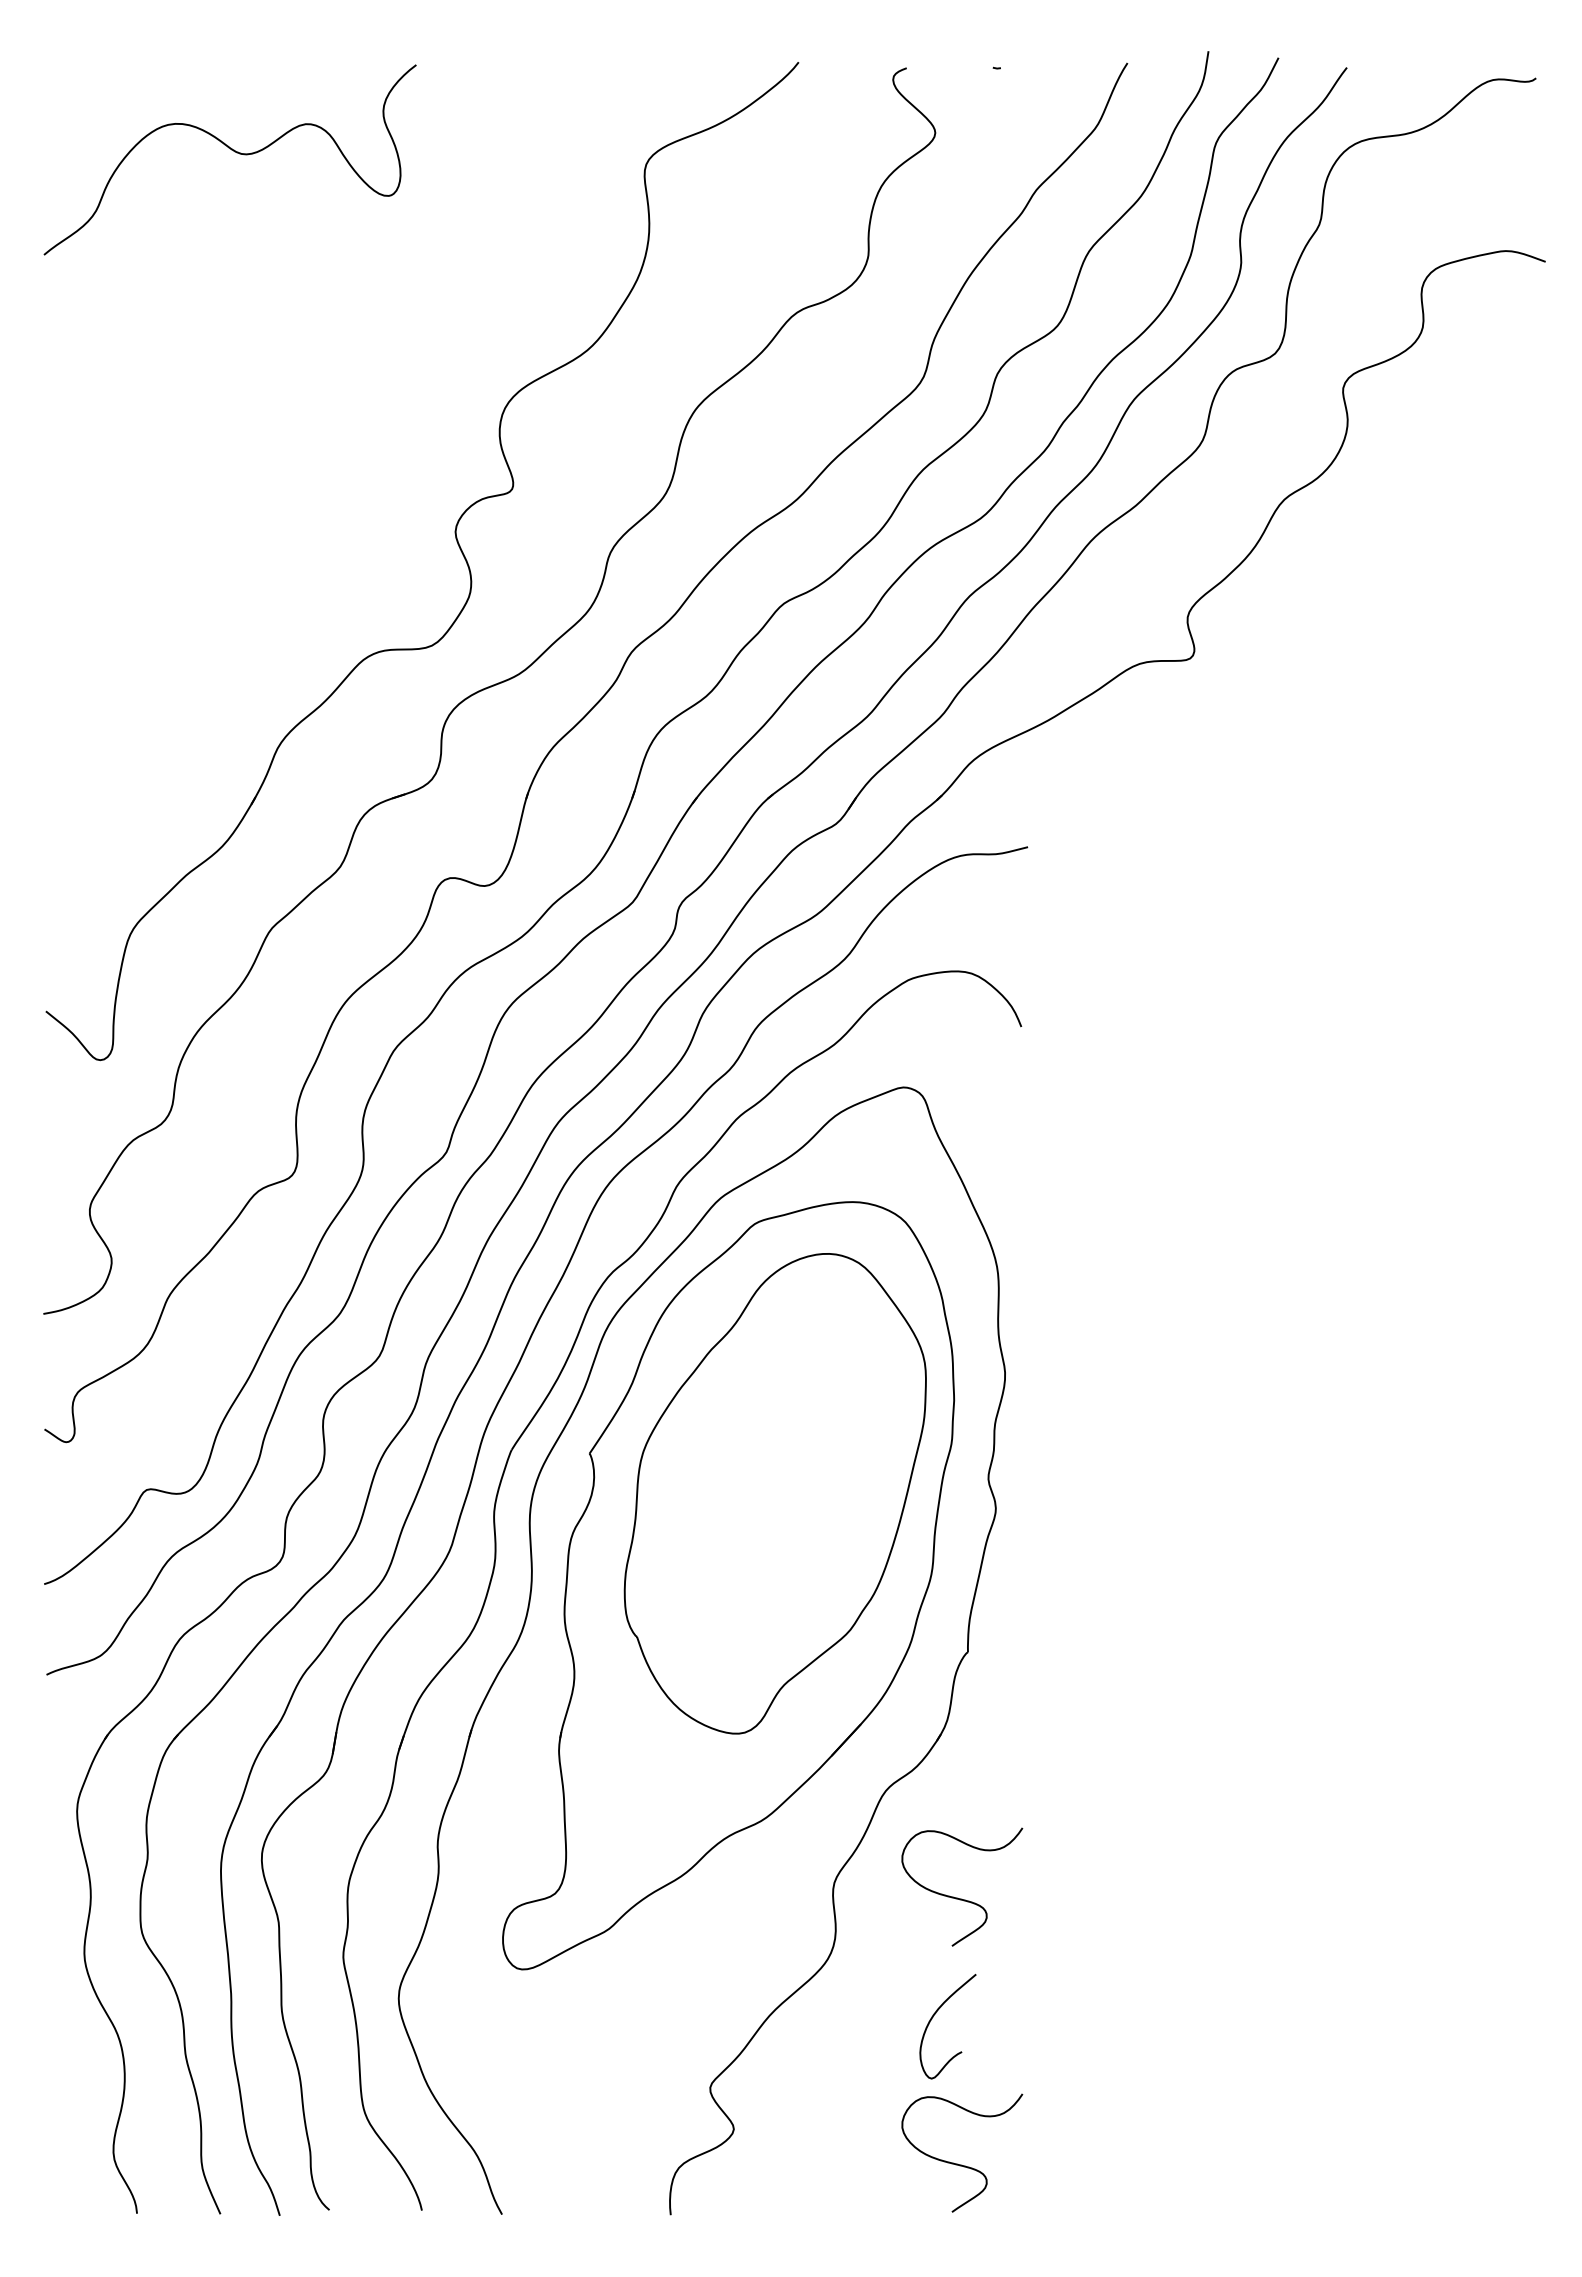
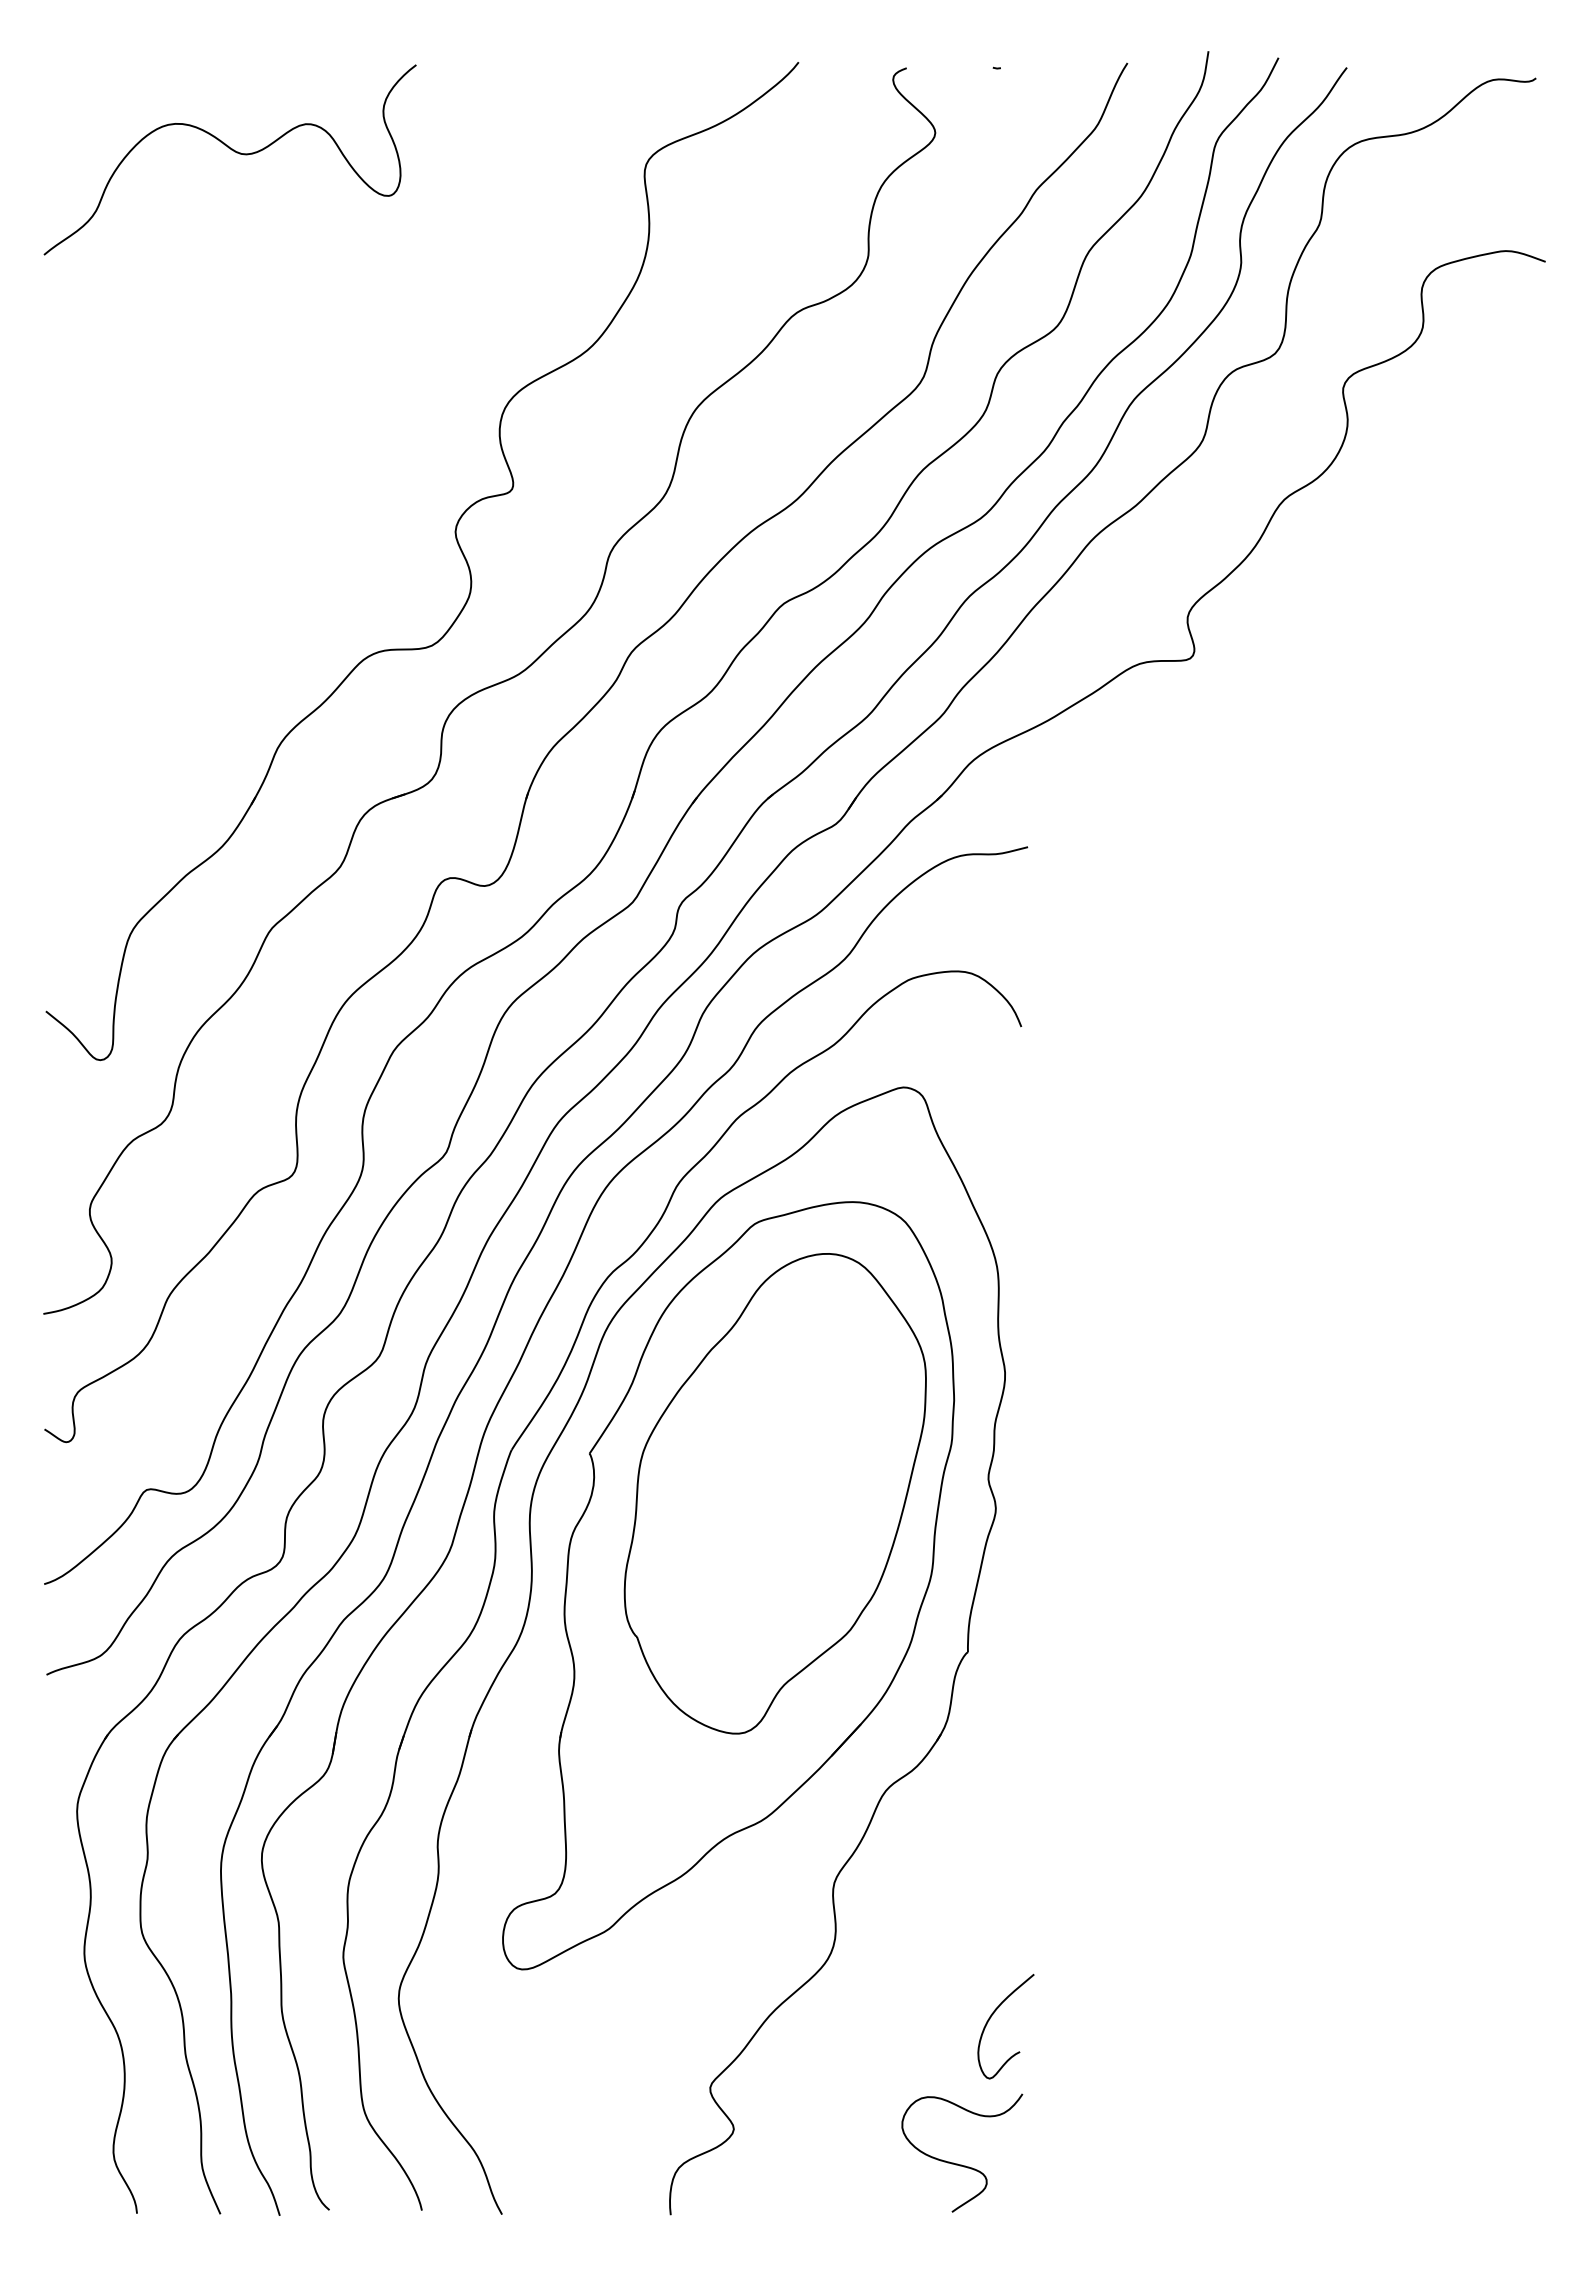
curve at (961, 1898): present -> none
curve at (932, 2019) position: (932, 2019) -> (990, 2019)
